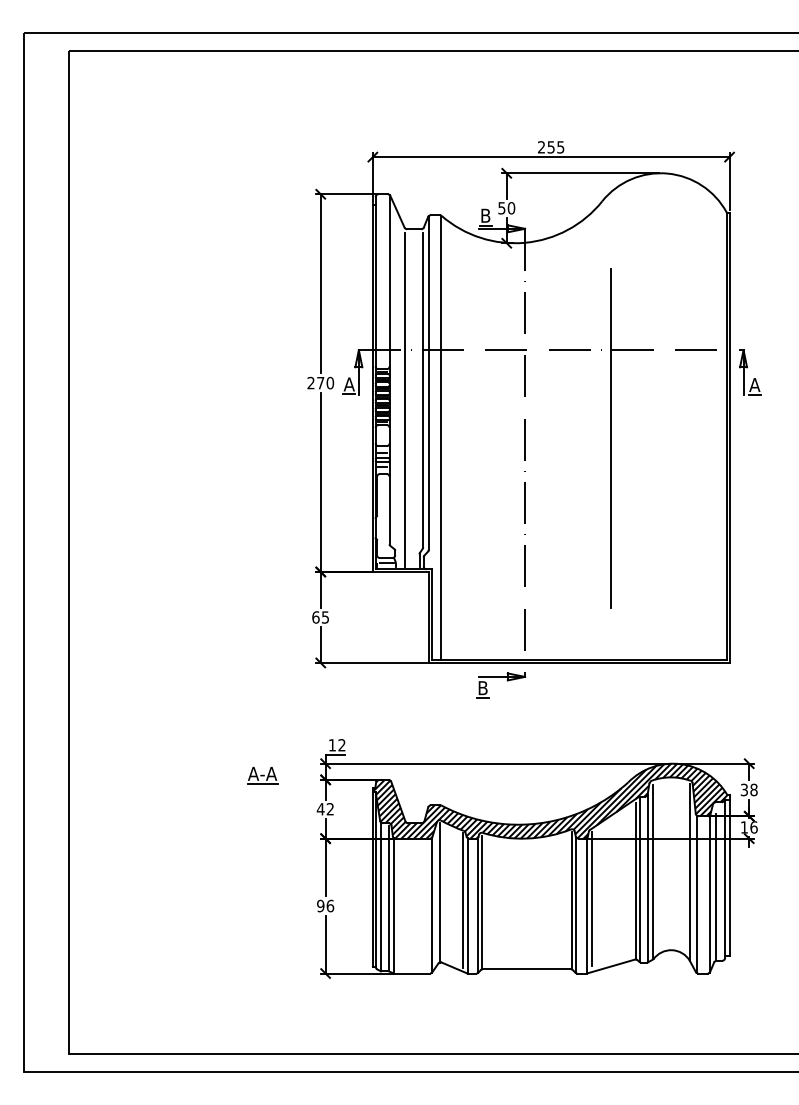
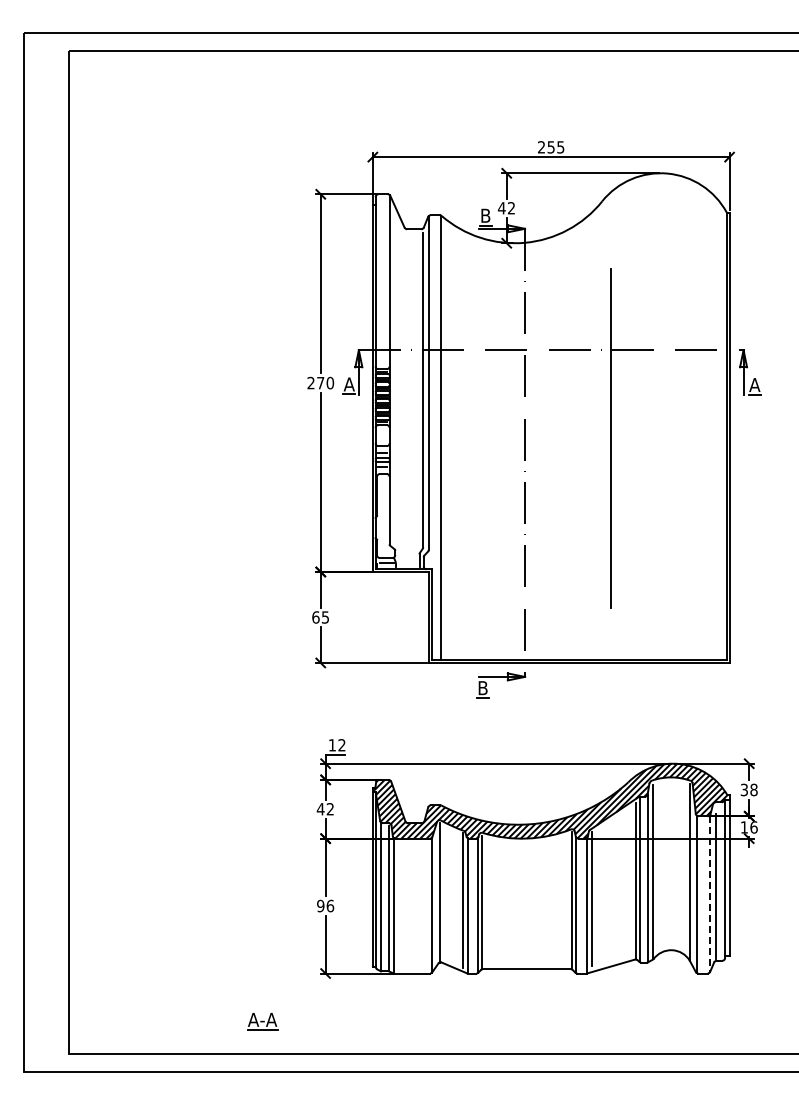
text at (506, 208): 50 -> 42
line at (405, 399): present -> none
part at (262, 775) position: (262, 775) -> (262, 1021)
line at (709, 894): solid -> dashed
